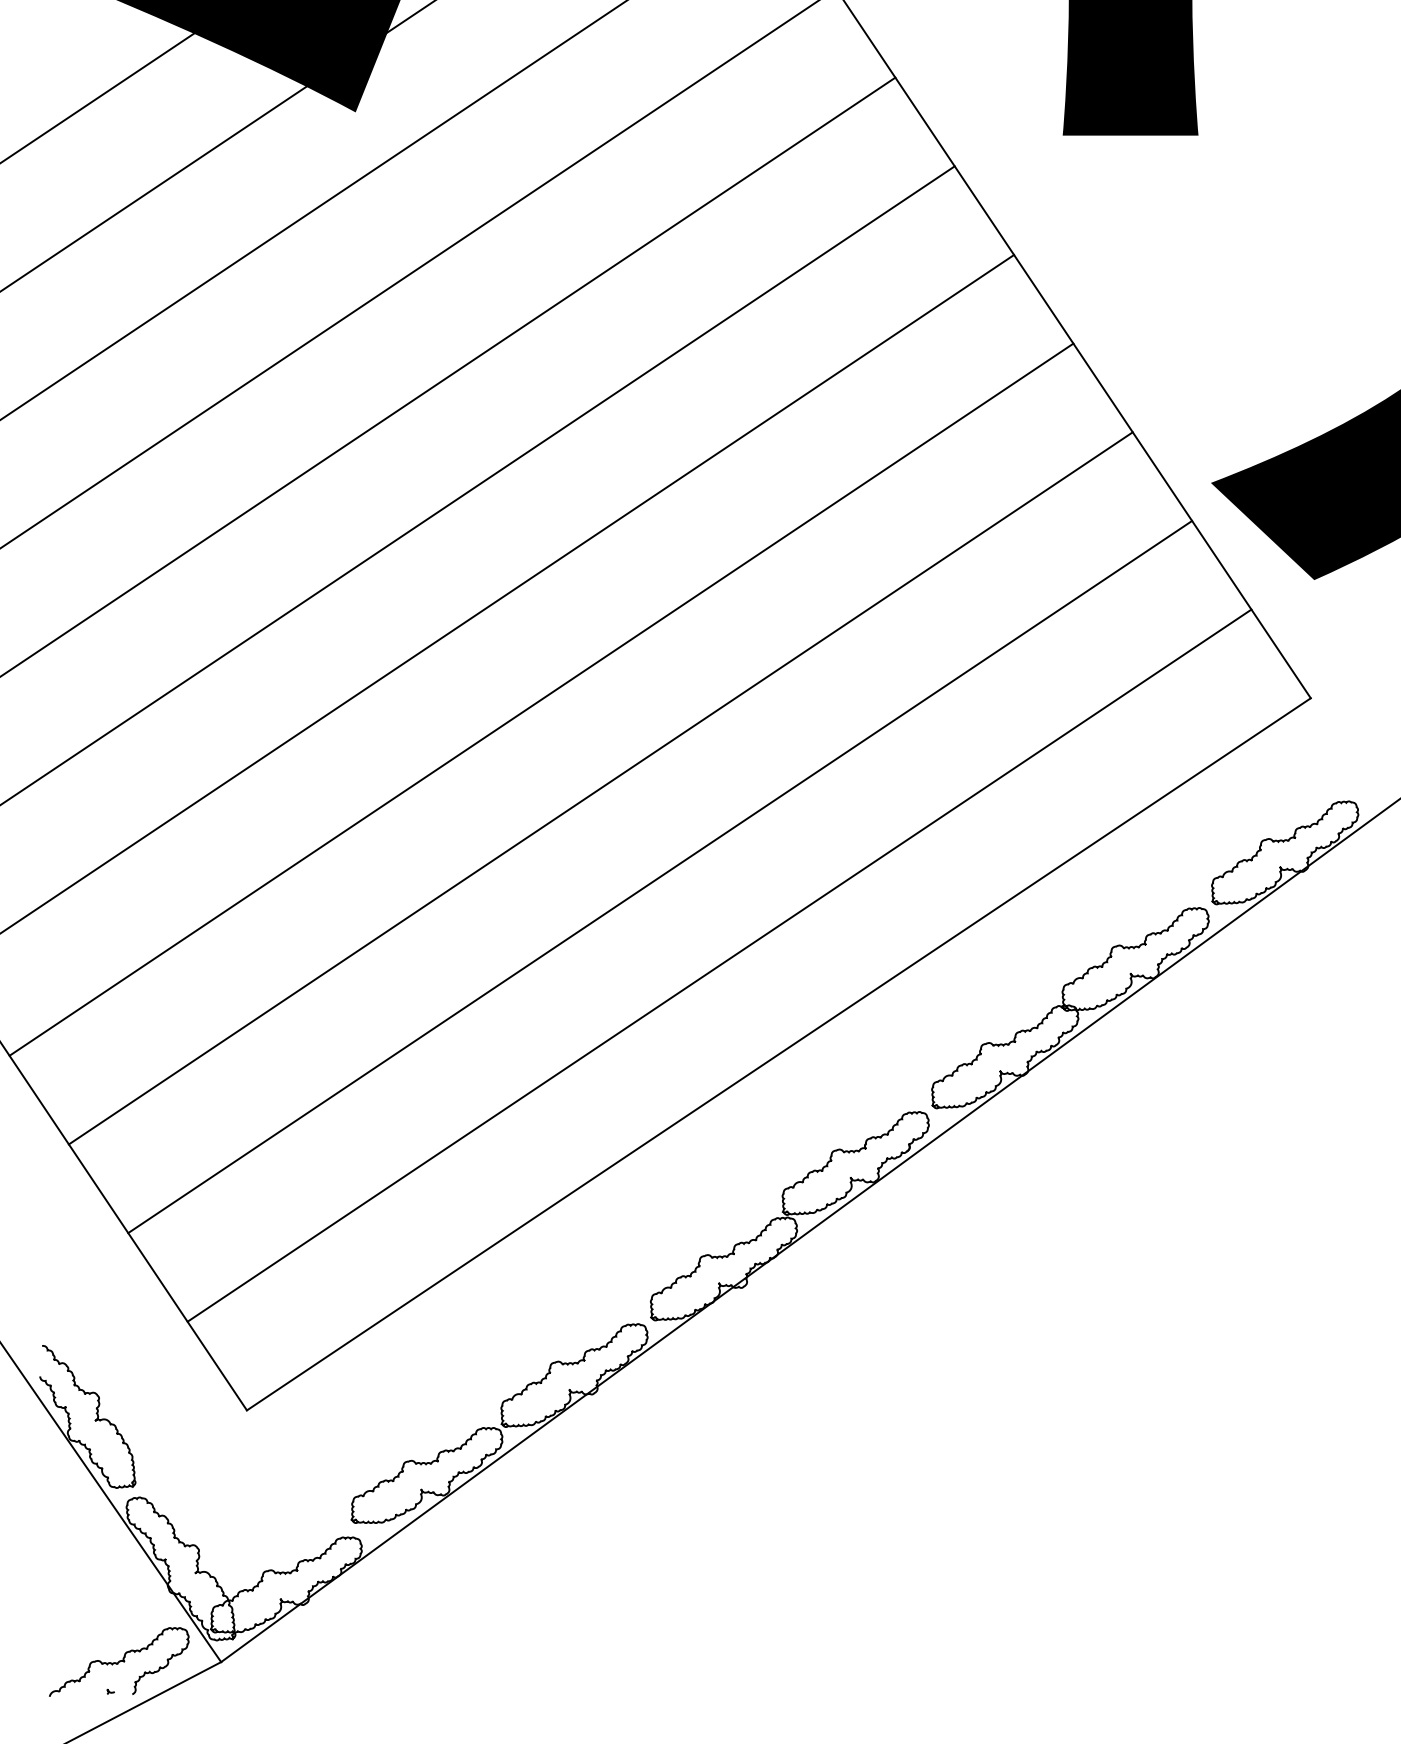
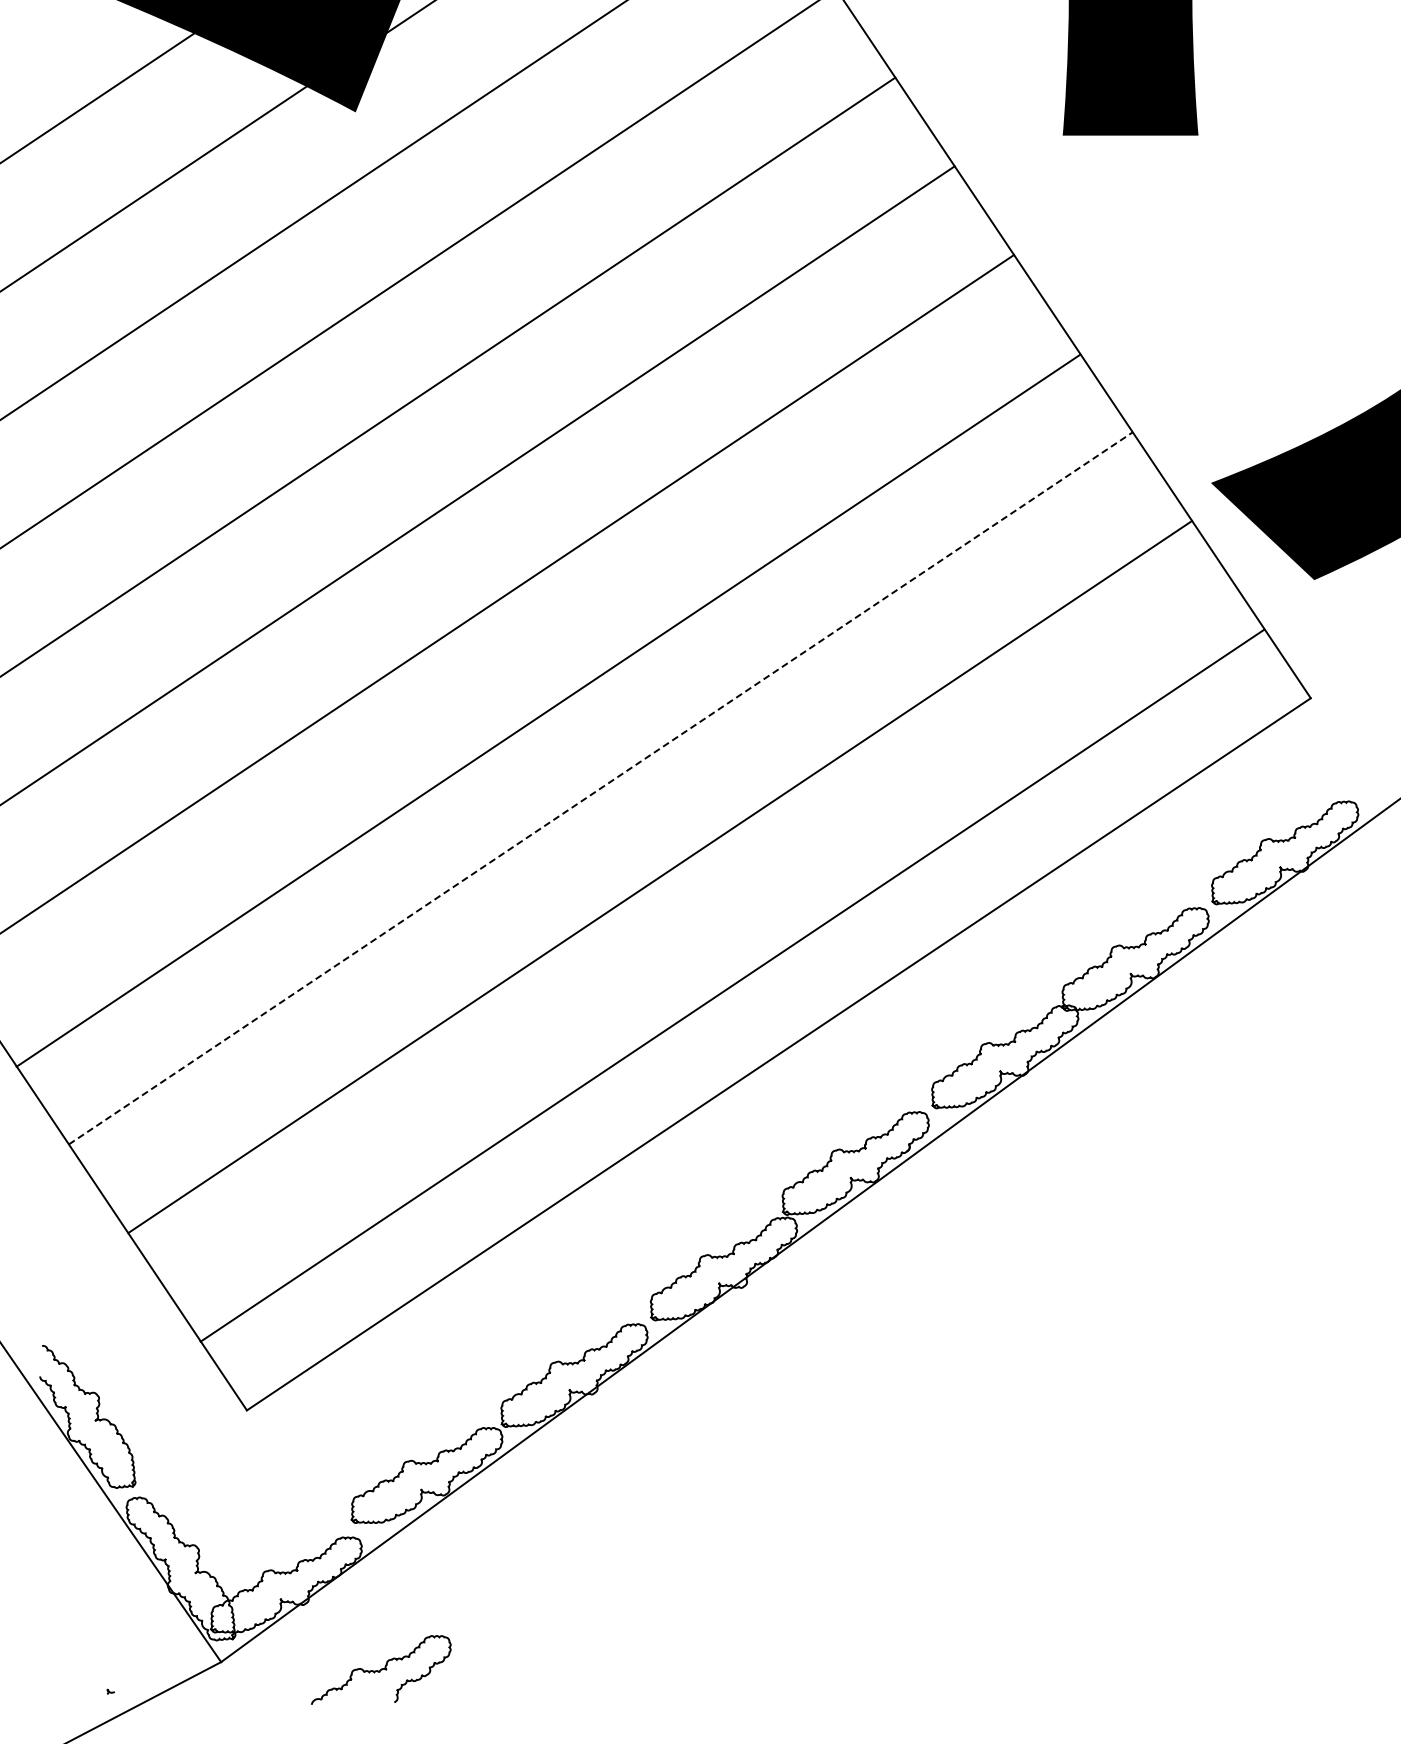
line at (541, 699) position: (541, 699) -> (548, 710)
line at (601, 788): solid -> dashed
line at (719, 965) position: (719, 965) -> (732, 985)
part at (119, 1661) position: (119, 1661) -> (381, 1669)
